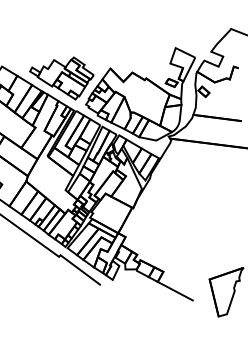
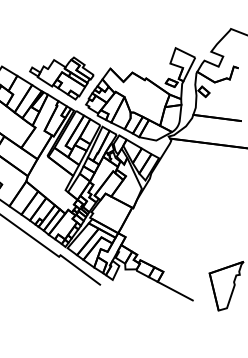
part at (226, 292) position: (226, 292) -> (226, 286)
